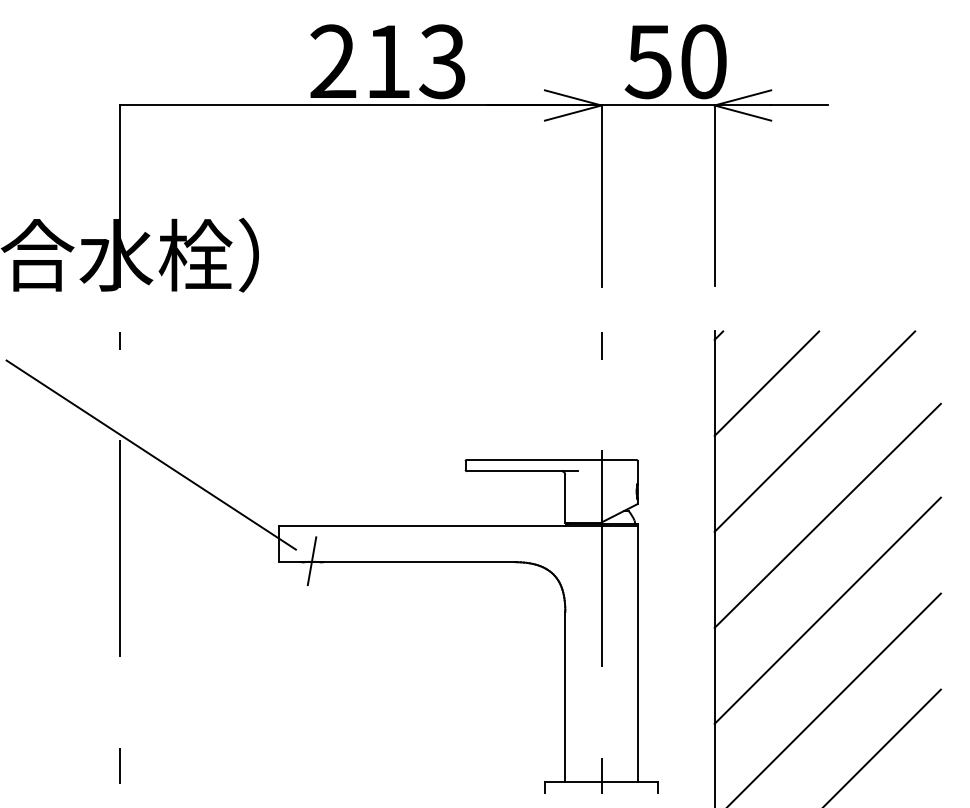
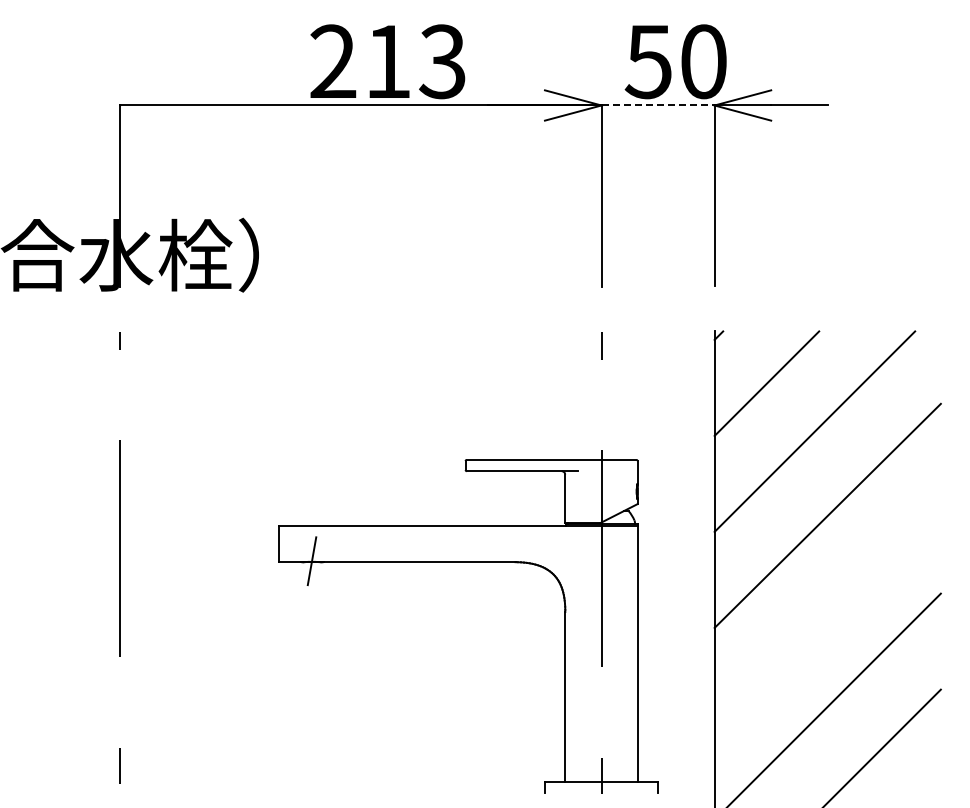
line at (658, 105): solid -> dashed
line at (150, 454): present -> none
line at (827, 610): present -> none
